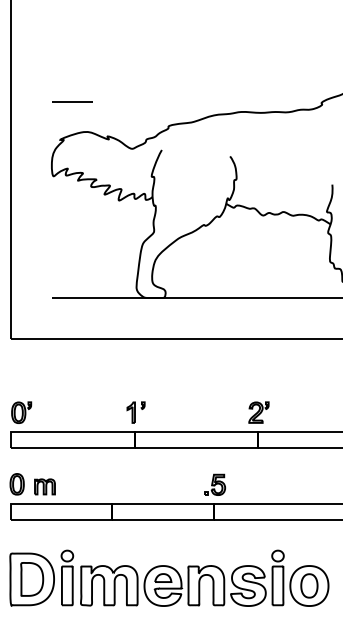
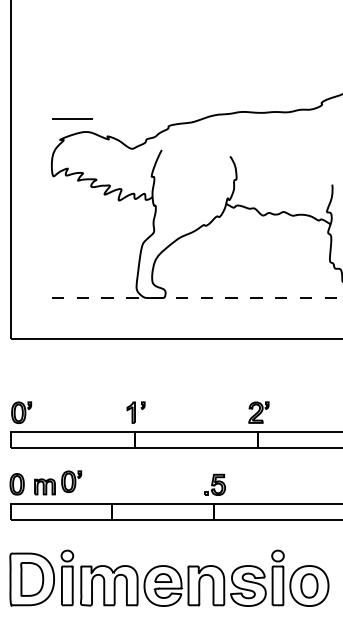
line at (72, 101) position: (72, 101) -> (72, 118)
line at (197, 298): solid -> dashed
part at (71, 481): none -> present
